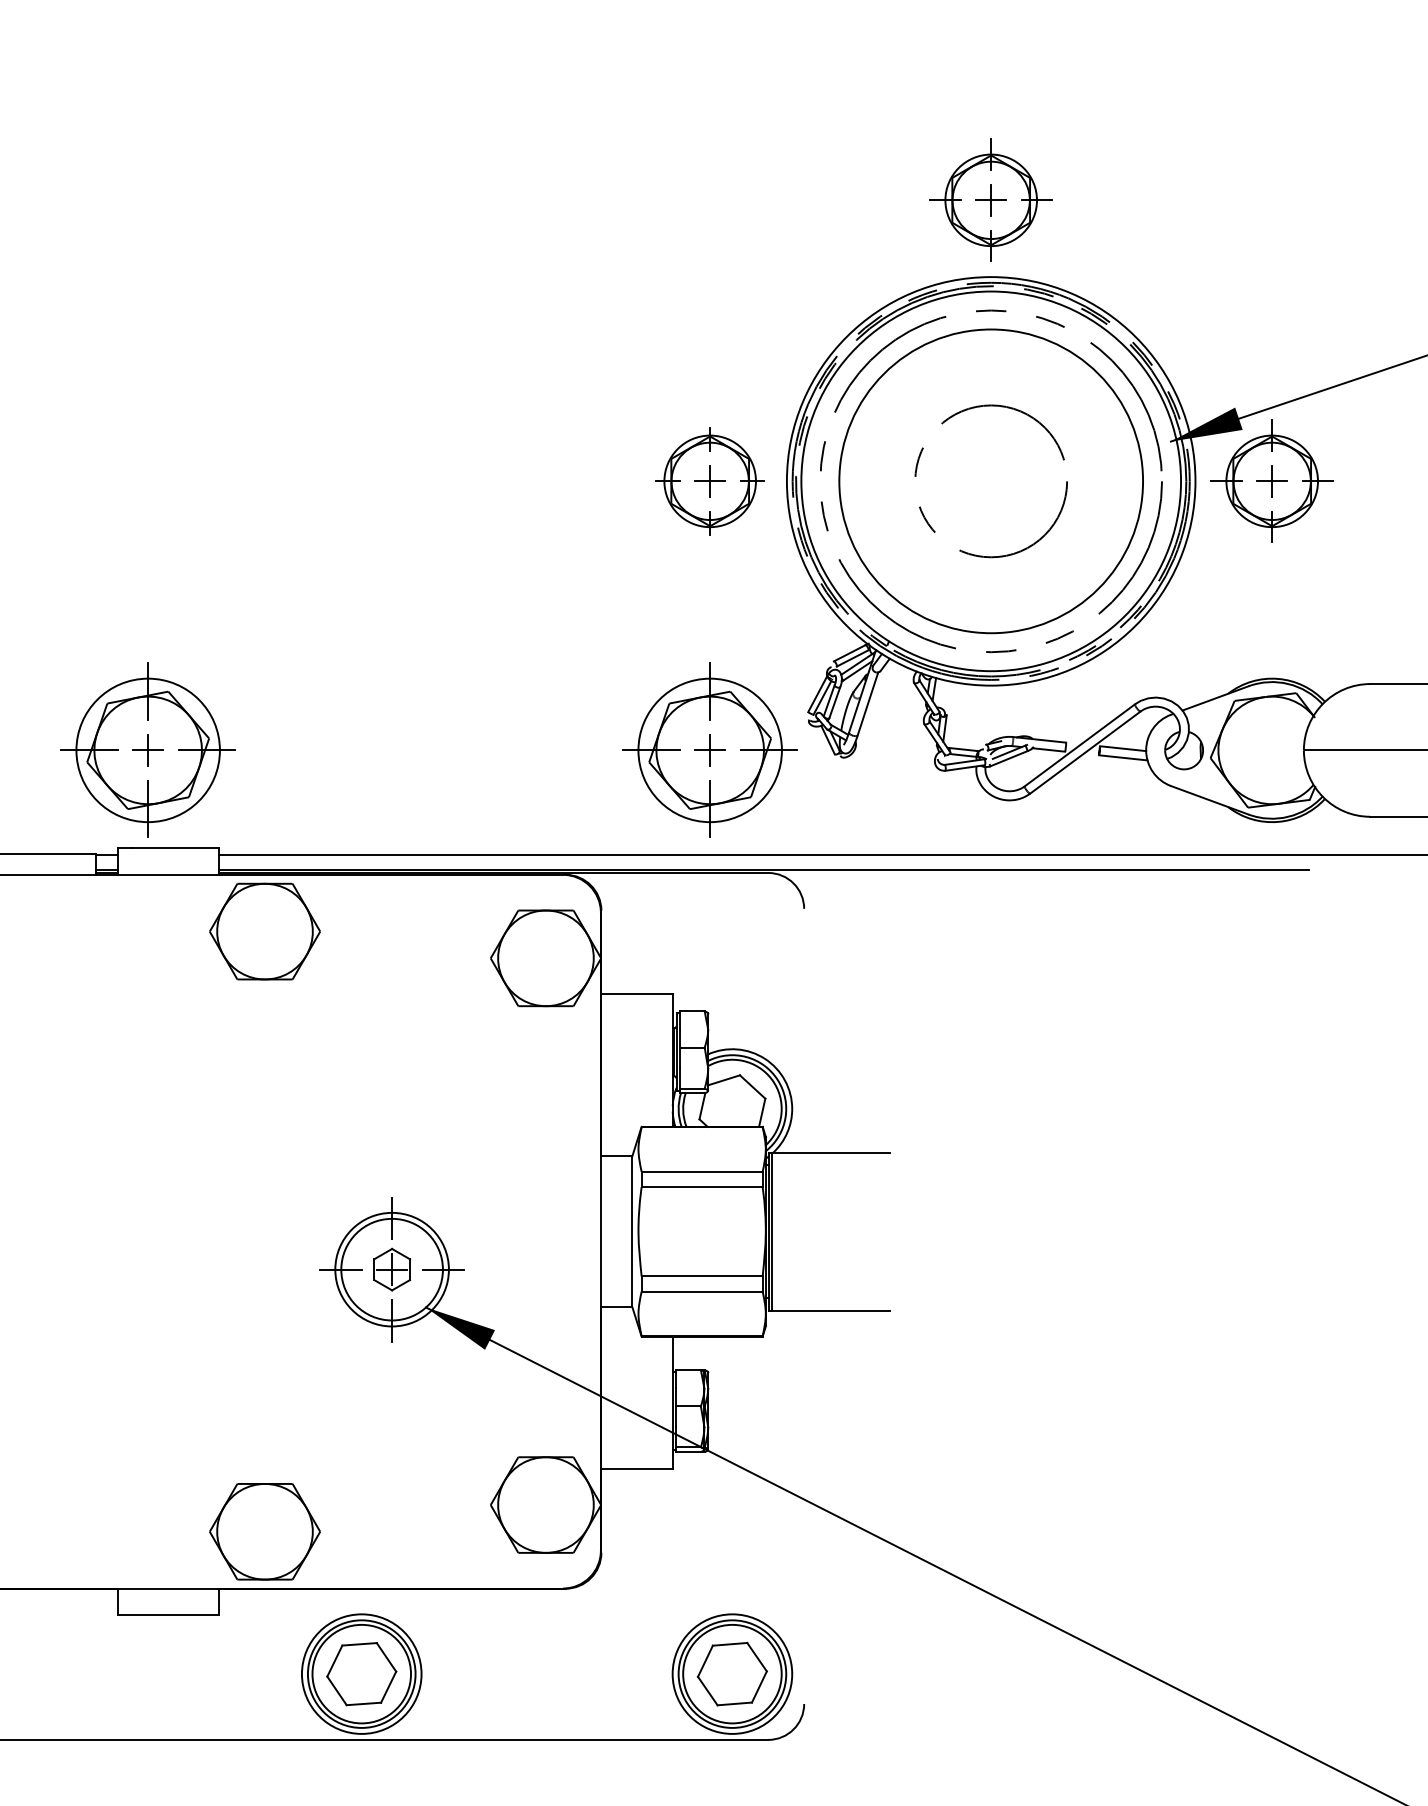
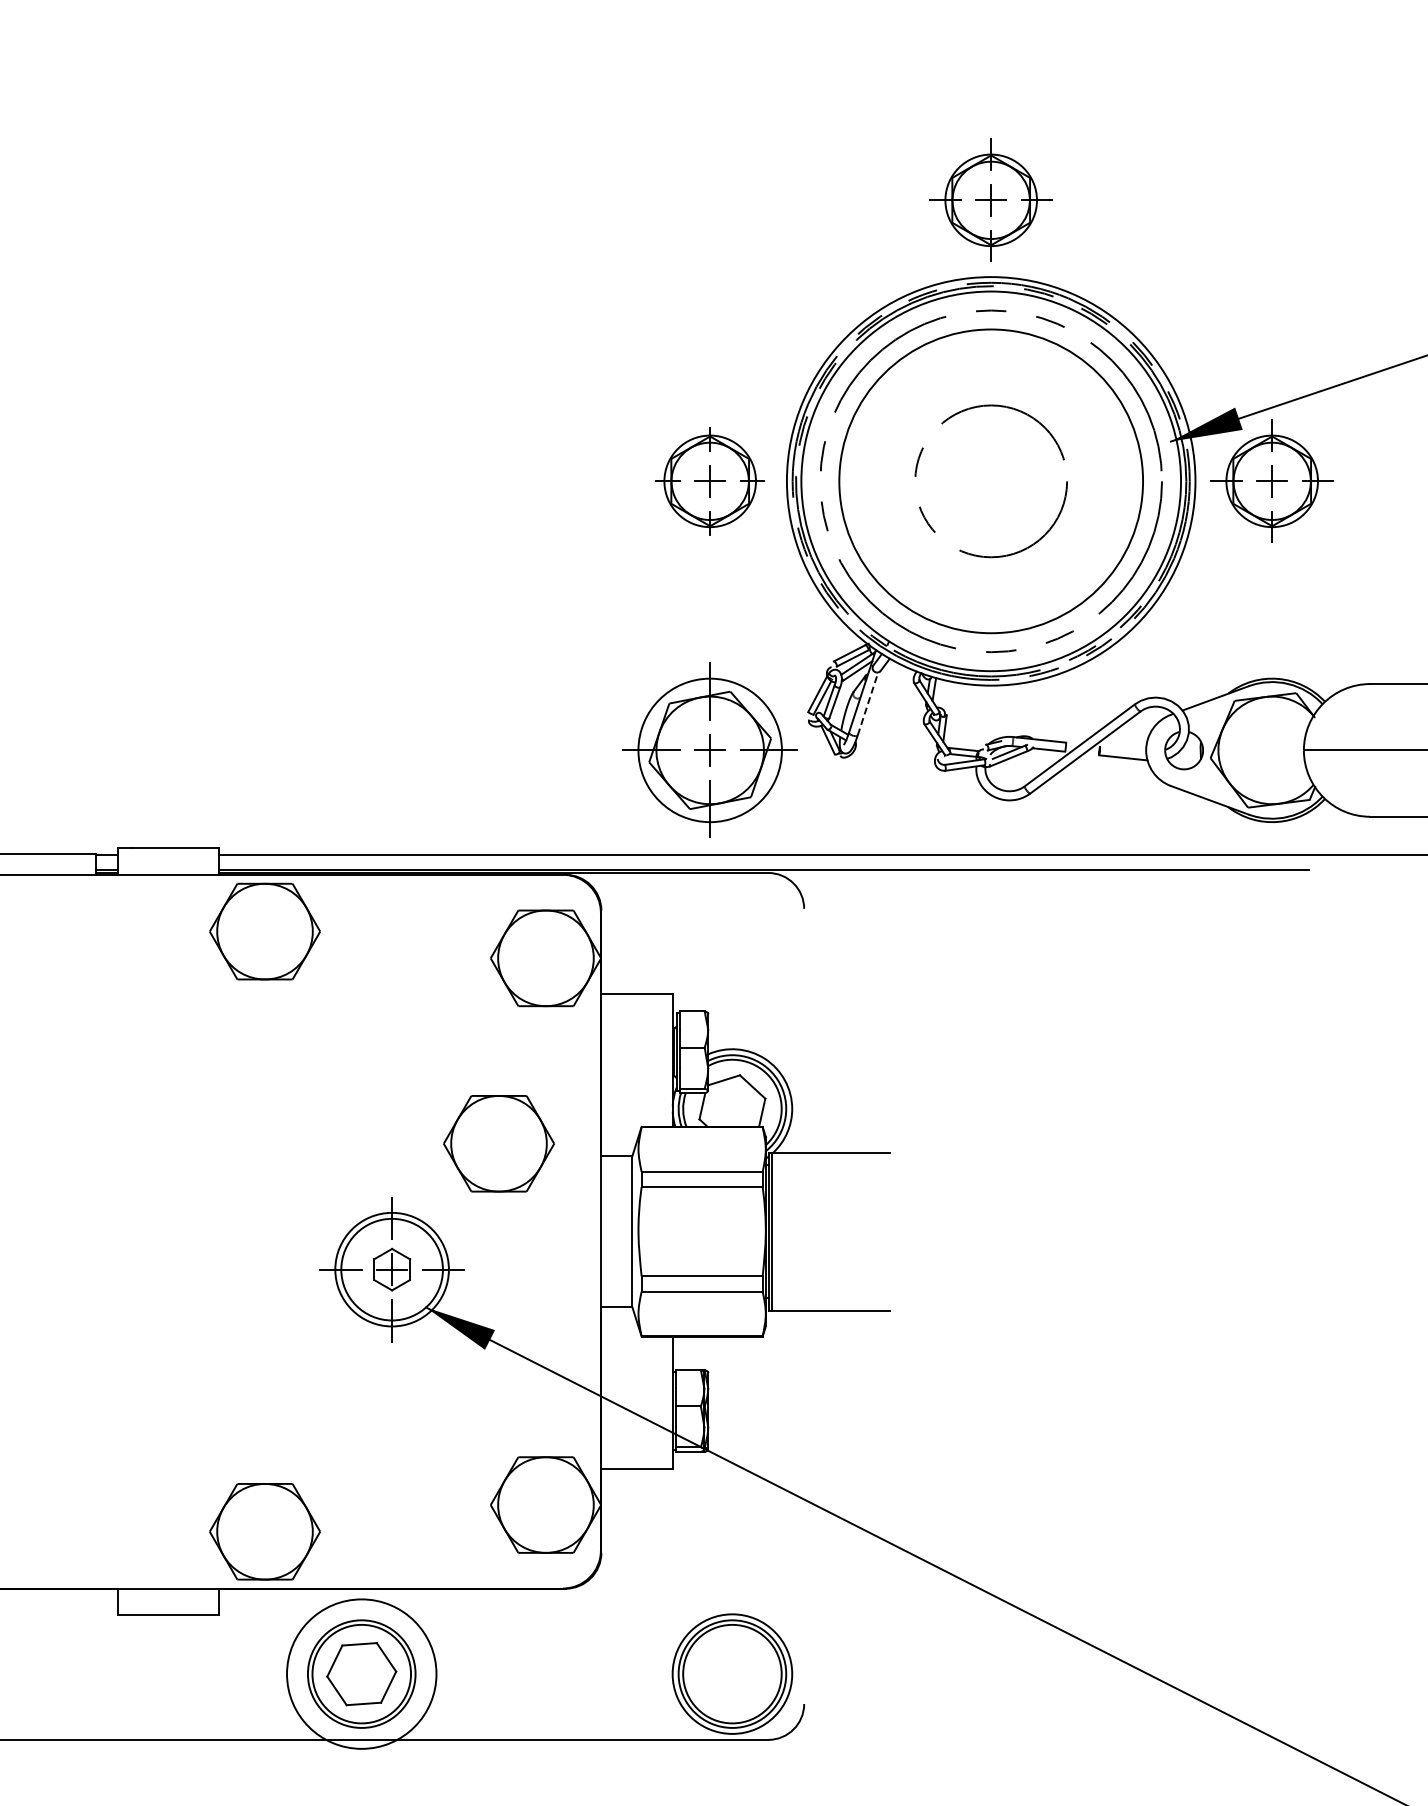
line at (868, 703): solid -> dashed
line at (1123, 748): present -> none
part at (147, 749): present -> none
part at (498, 1143): none -> present
circle at (361, 1673) diameter: 120 px -> 149 px
part at (732, 1673): present -> none
